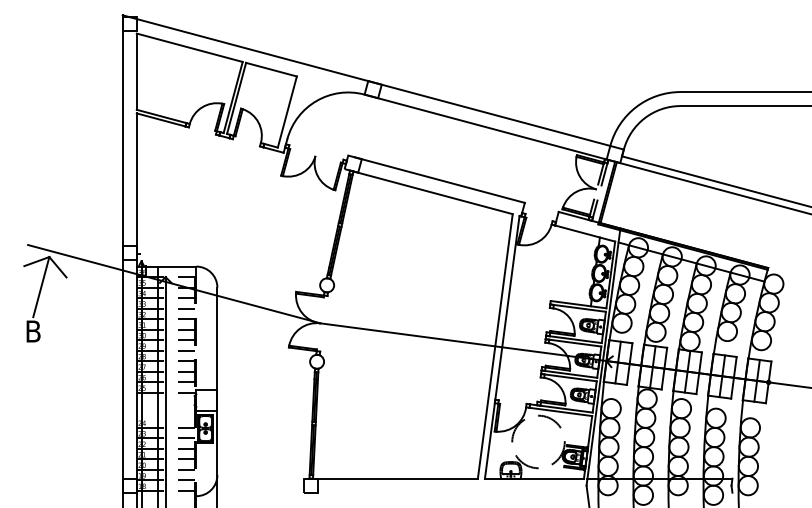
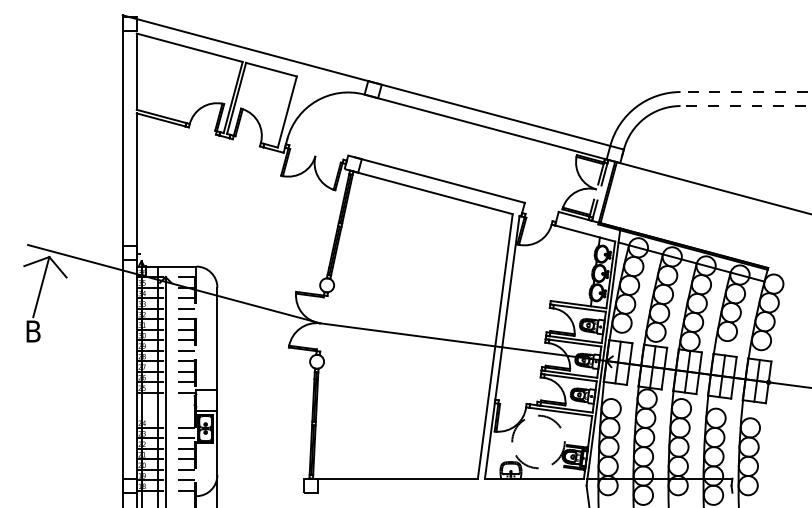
line at (745, 92): solid -> dashed
line at (745, 106): solid -> dashed
line at (715, 181): present -> none
